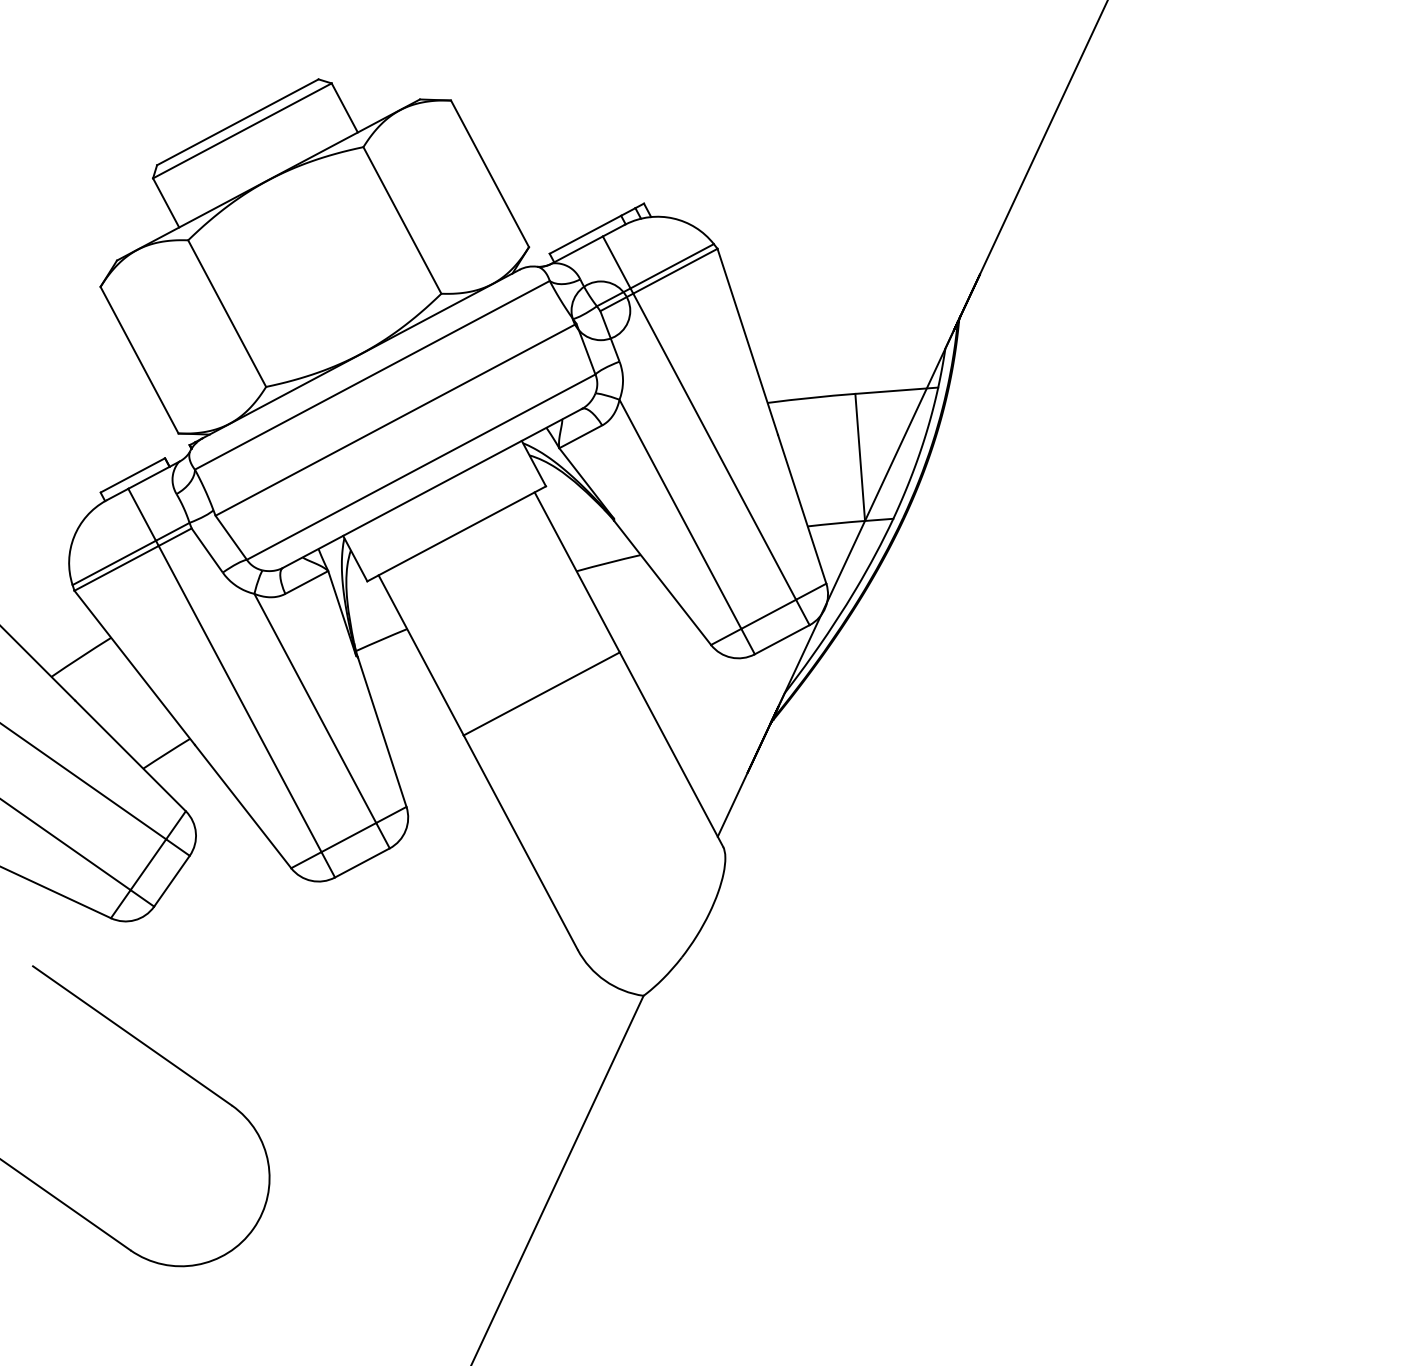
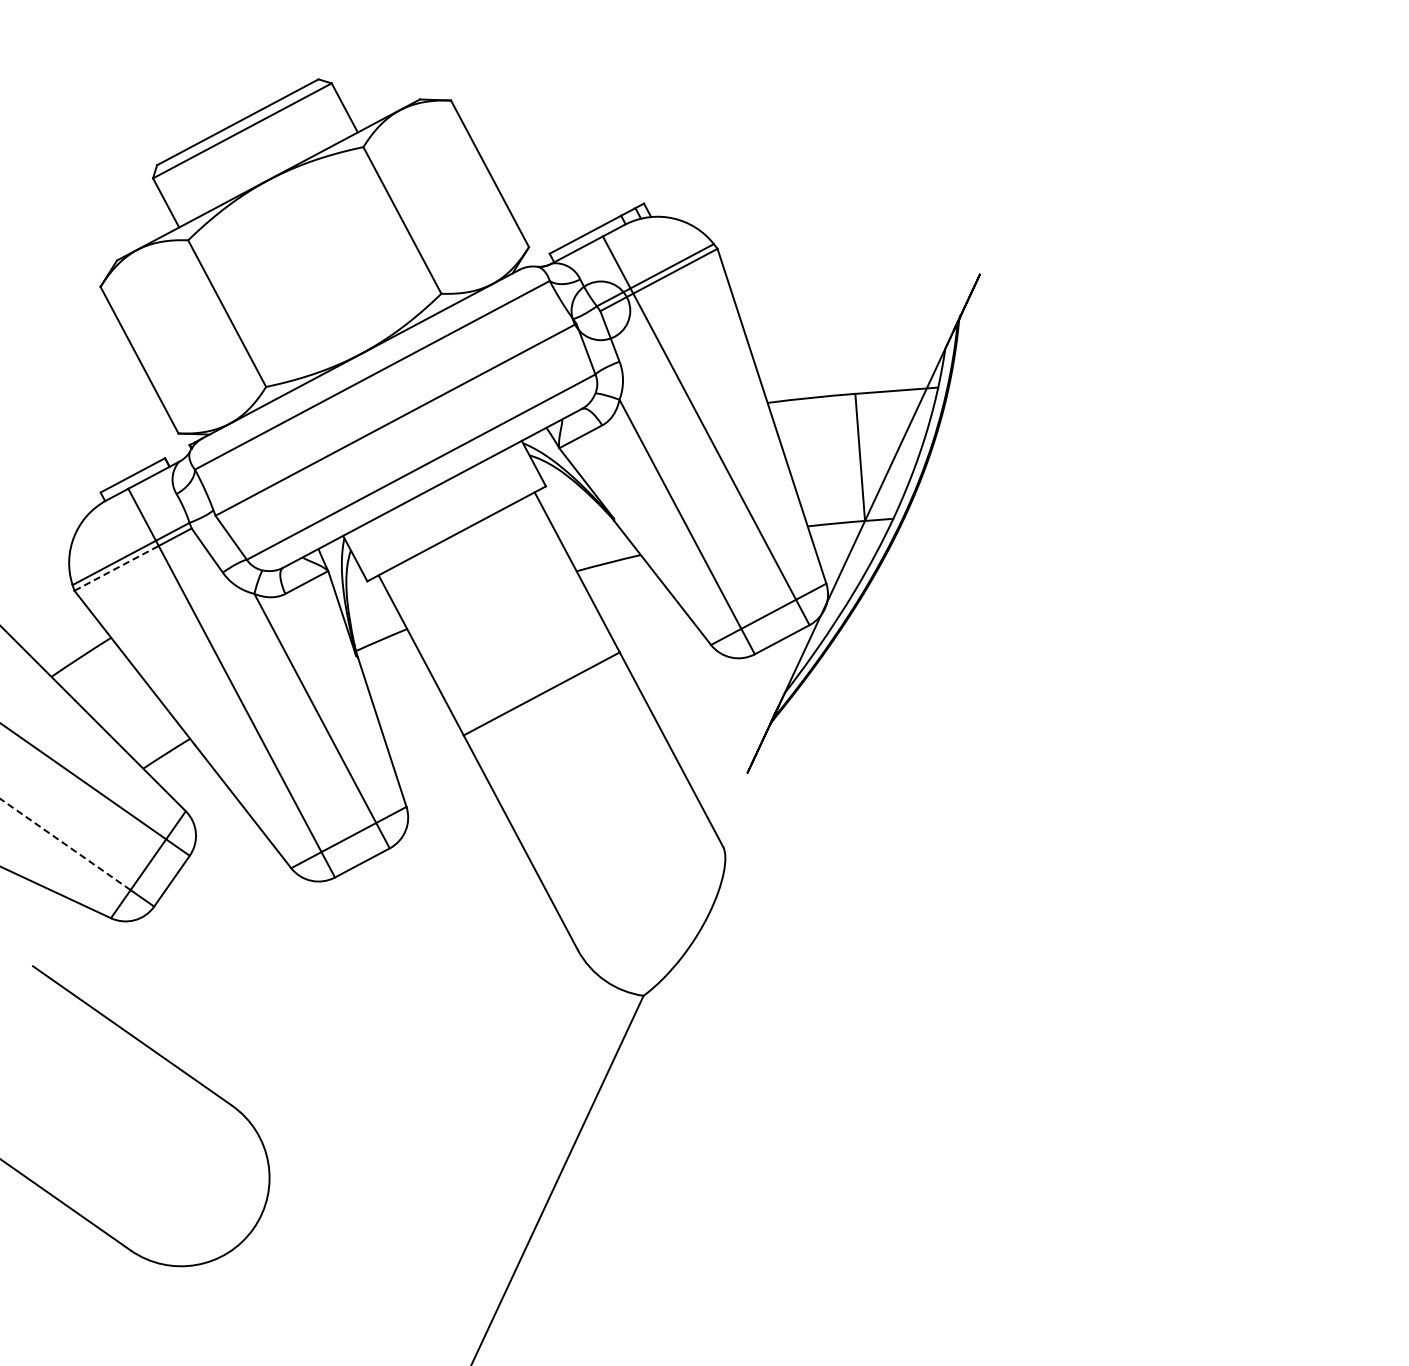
line at (1032, 160): present -> none
line at (116, 568): solid -> dashed
line at (743, 779): present -> none
line at (65, 844): solid -> dashed
